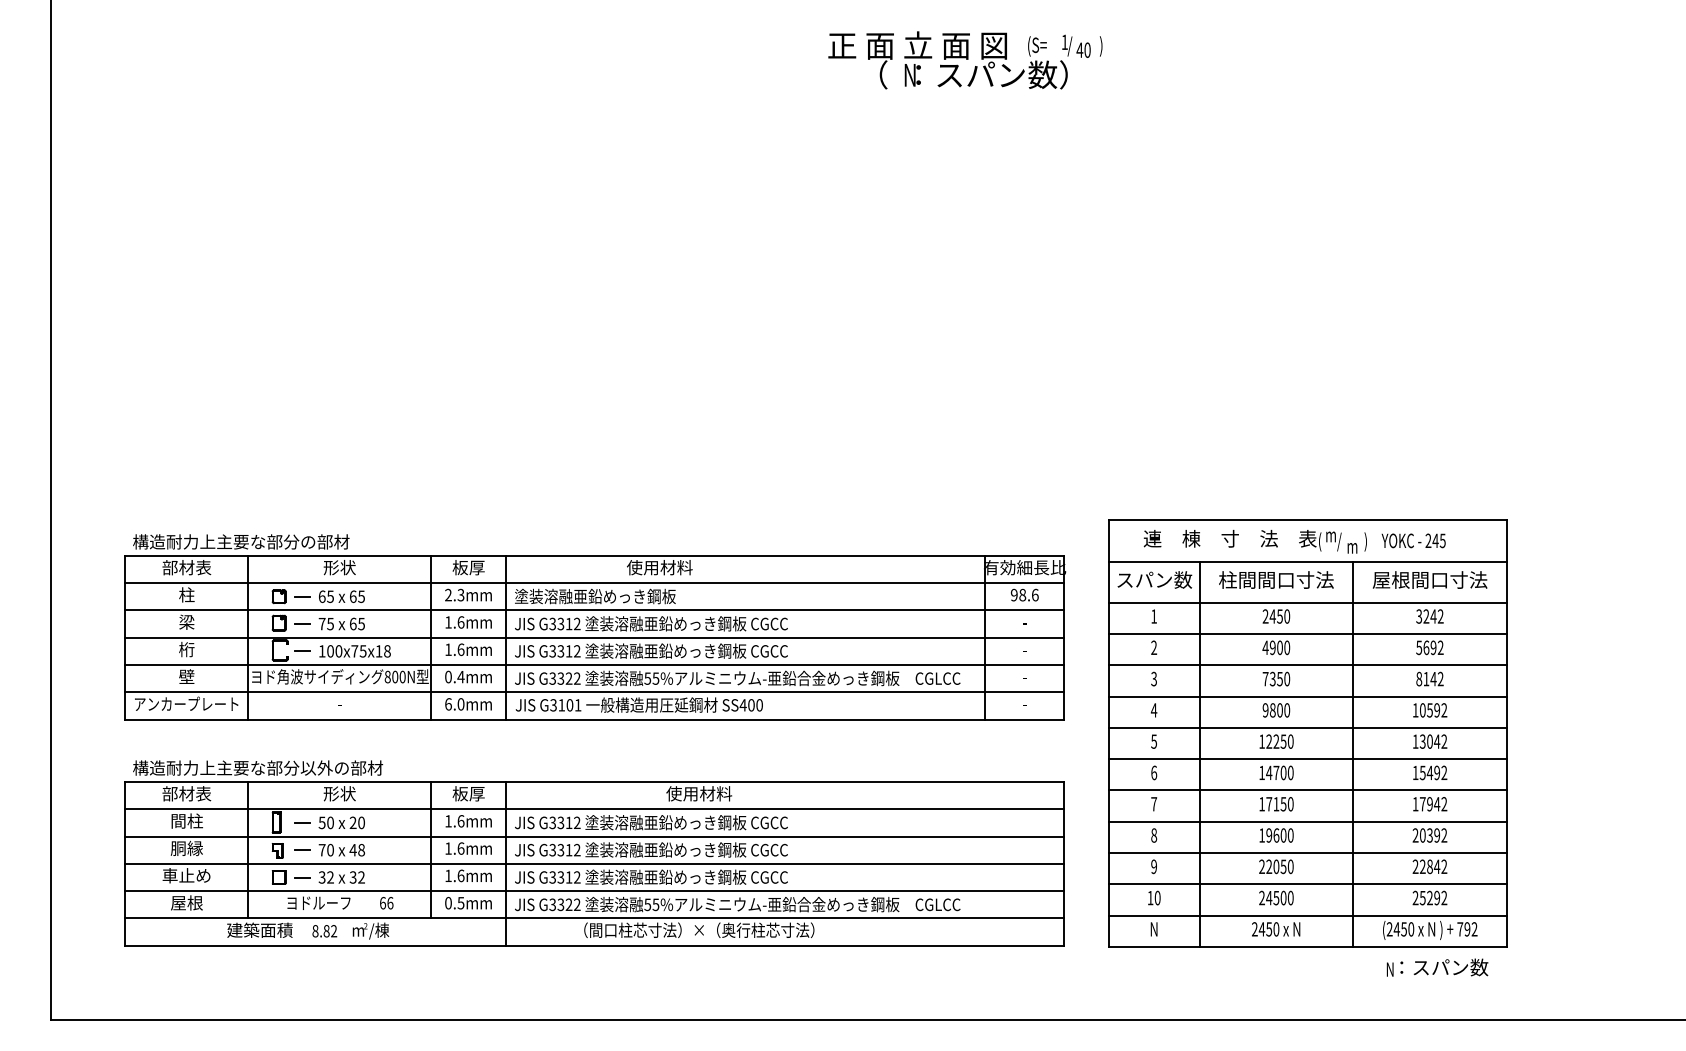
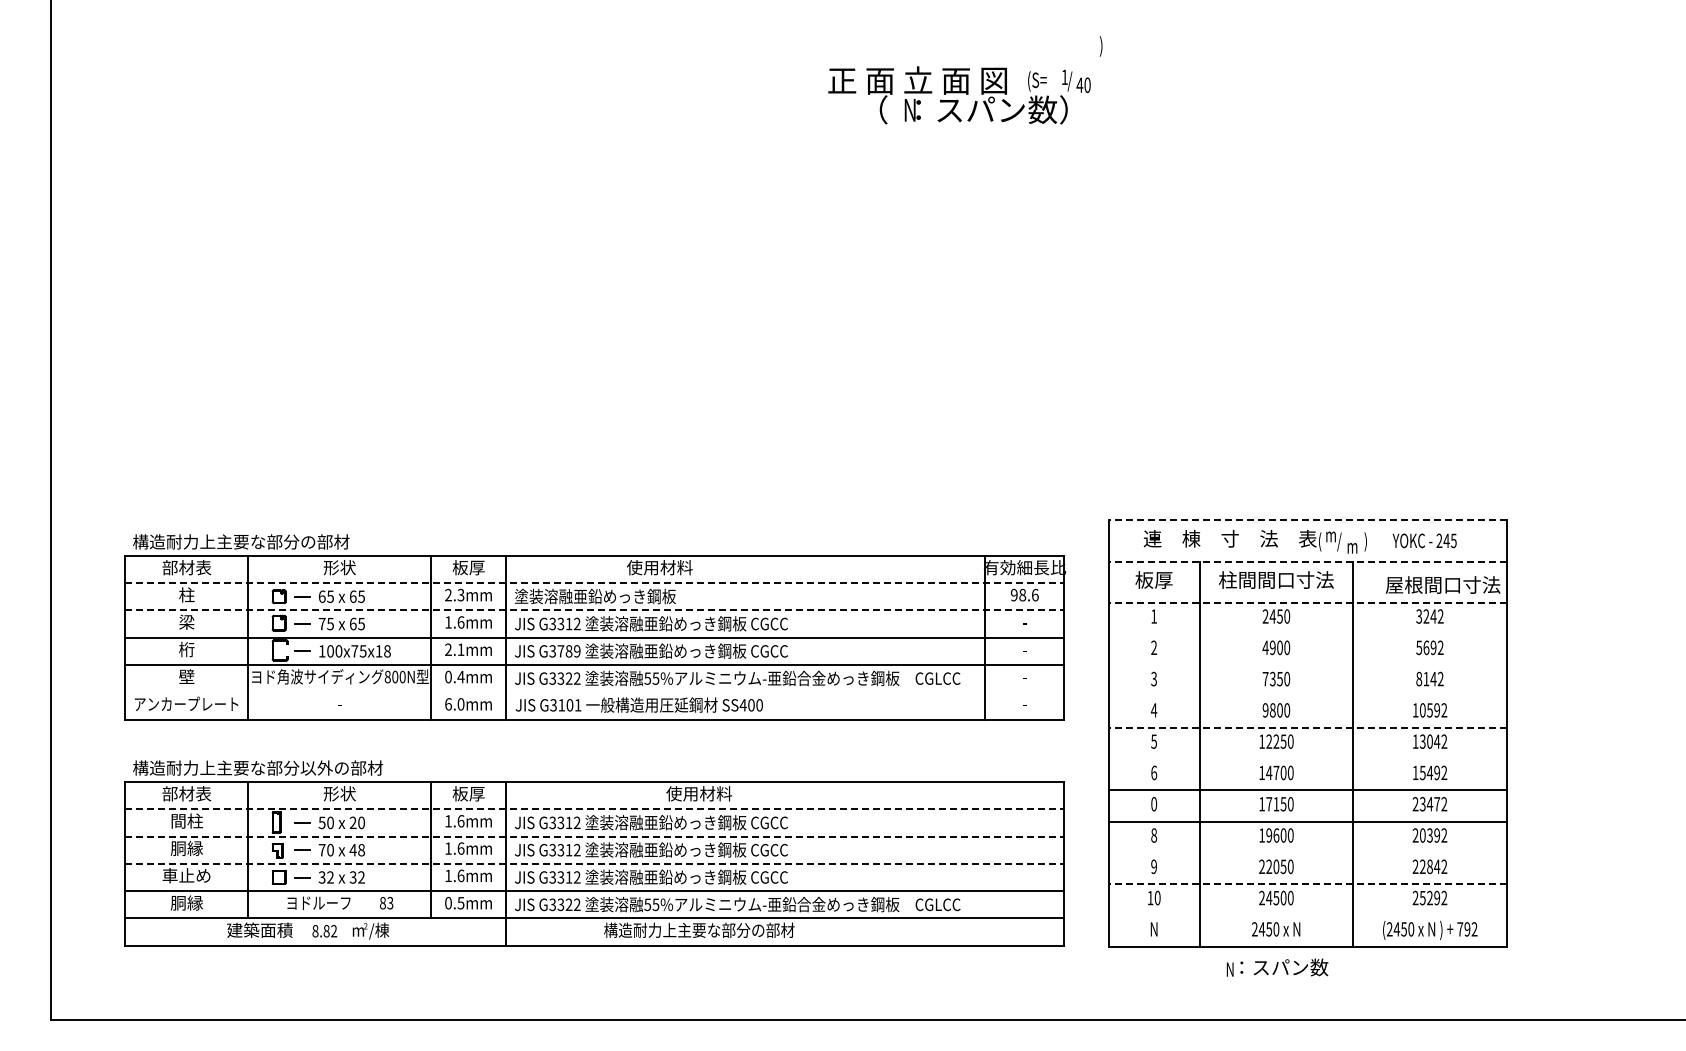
text at (959, 60) position: (959, 60) -> (959, 95)
line at (1307, 520): solid -> dashed
text at (1413, 540) position: (1413, 540) -> (1424, 540)
line at (1307, 561): solid -> dashed
text at (1154, 579): スパン数 -> 板厚
text at (1429, 579) position: (1429, 579) -> (1442, 584)
line at (595, 583): solid -> dashed
line at (1307, 602): solid -> dashed
line at (595, 610): solid -> dashed
line at (1307, 634): present -> none
text at (454, 649): 1.6mm -> 2.1mm
text at (568, 651): G3312 -> G3789
line at (1307, 665): present -> none
line at (594, 692): present -> none
line at (1307, 696): present -> none
line at (1307, 727): solid -> dashed
line at (1307, 759): present -> none
text at (1154, 804): 7 -> 0
text at (1426, 804): 17942 -> 23472
line at (595, 809): solid -> dashed
line at (595, 836): solid -> dashed
line at (1307, 853): present -> none
line at (595, 863): solid -> dashed
line at (1307, 884): solid -> dashed
text at (186, 902): 屋根 -> 胴縁
text at (386, 903): 66 -> 83
line at (1307, 915): present -> none
text at (699, 930): （間口柱芯寸法）×（奥行柱芯寸法） -> 構造耐力上主要な部分の部材
text at (1437, 967) position: (1437, 967) -> (1277, 967)
